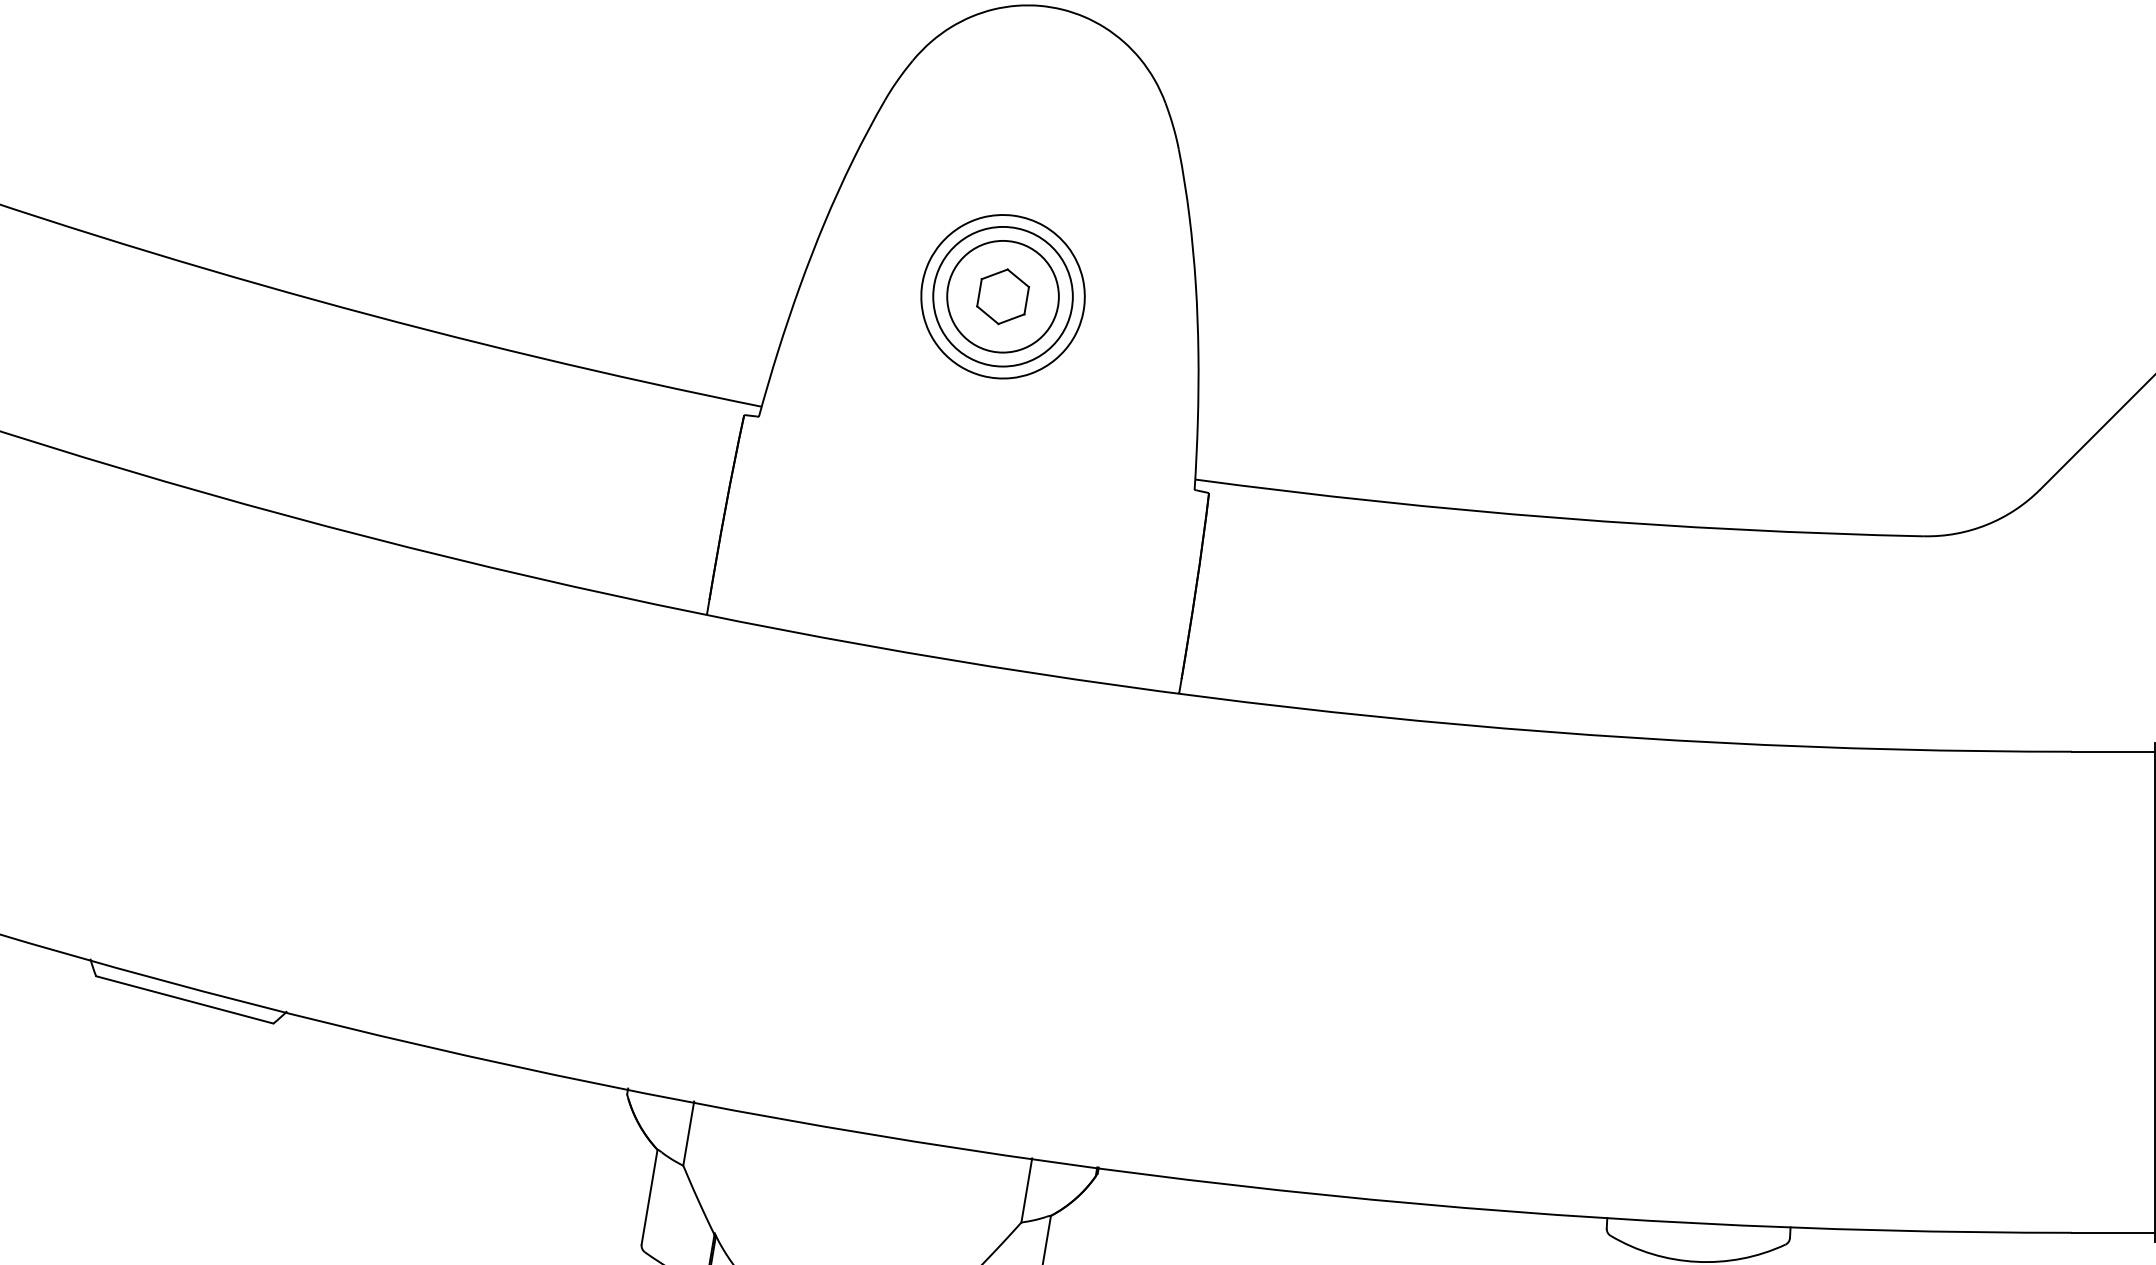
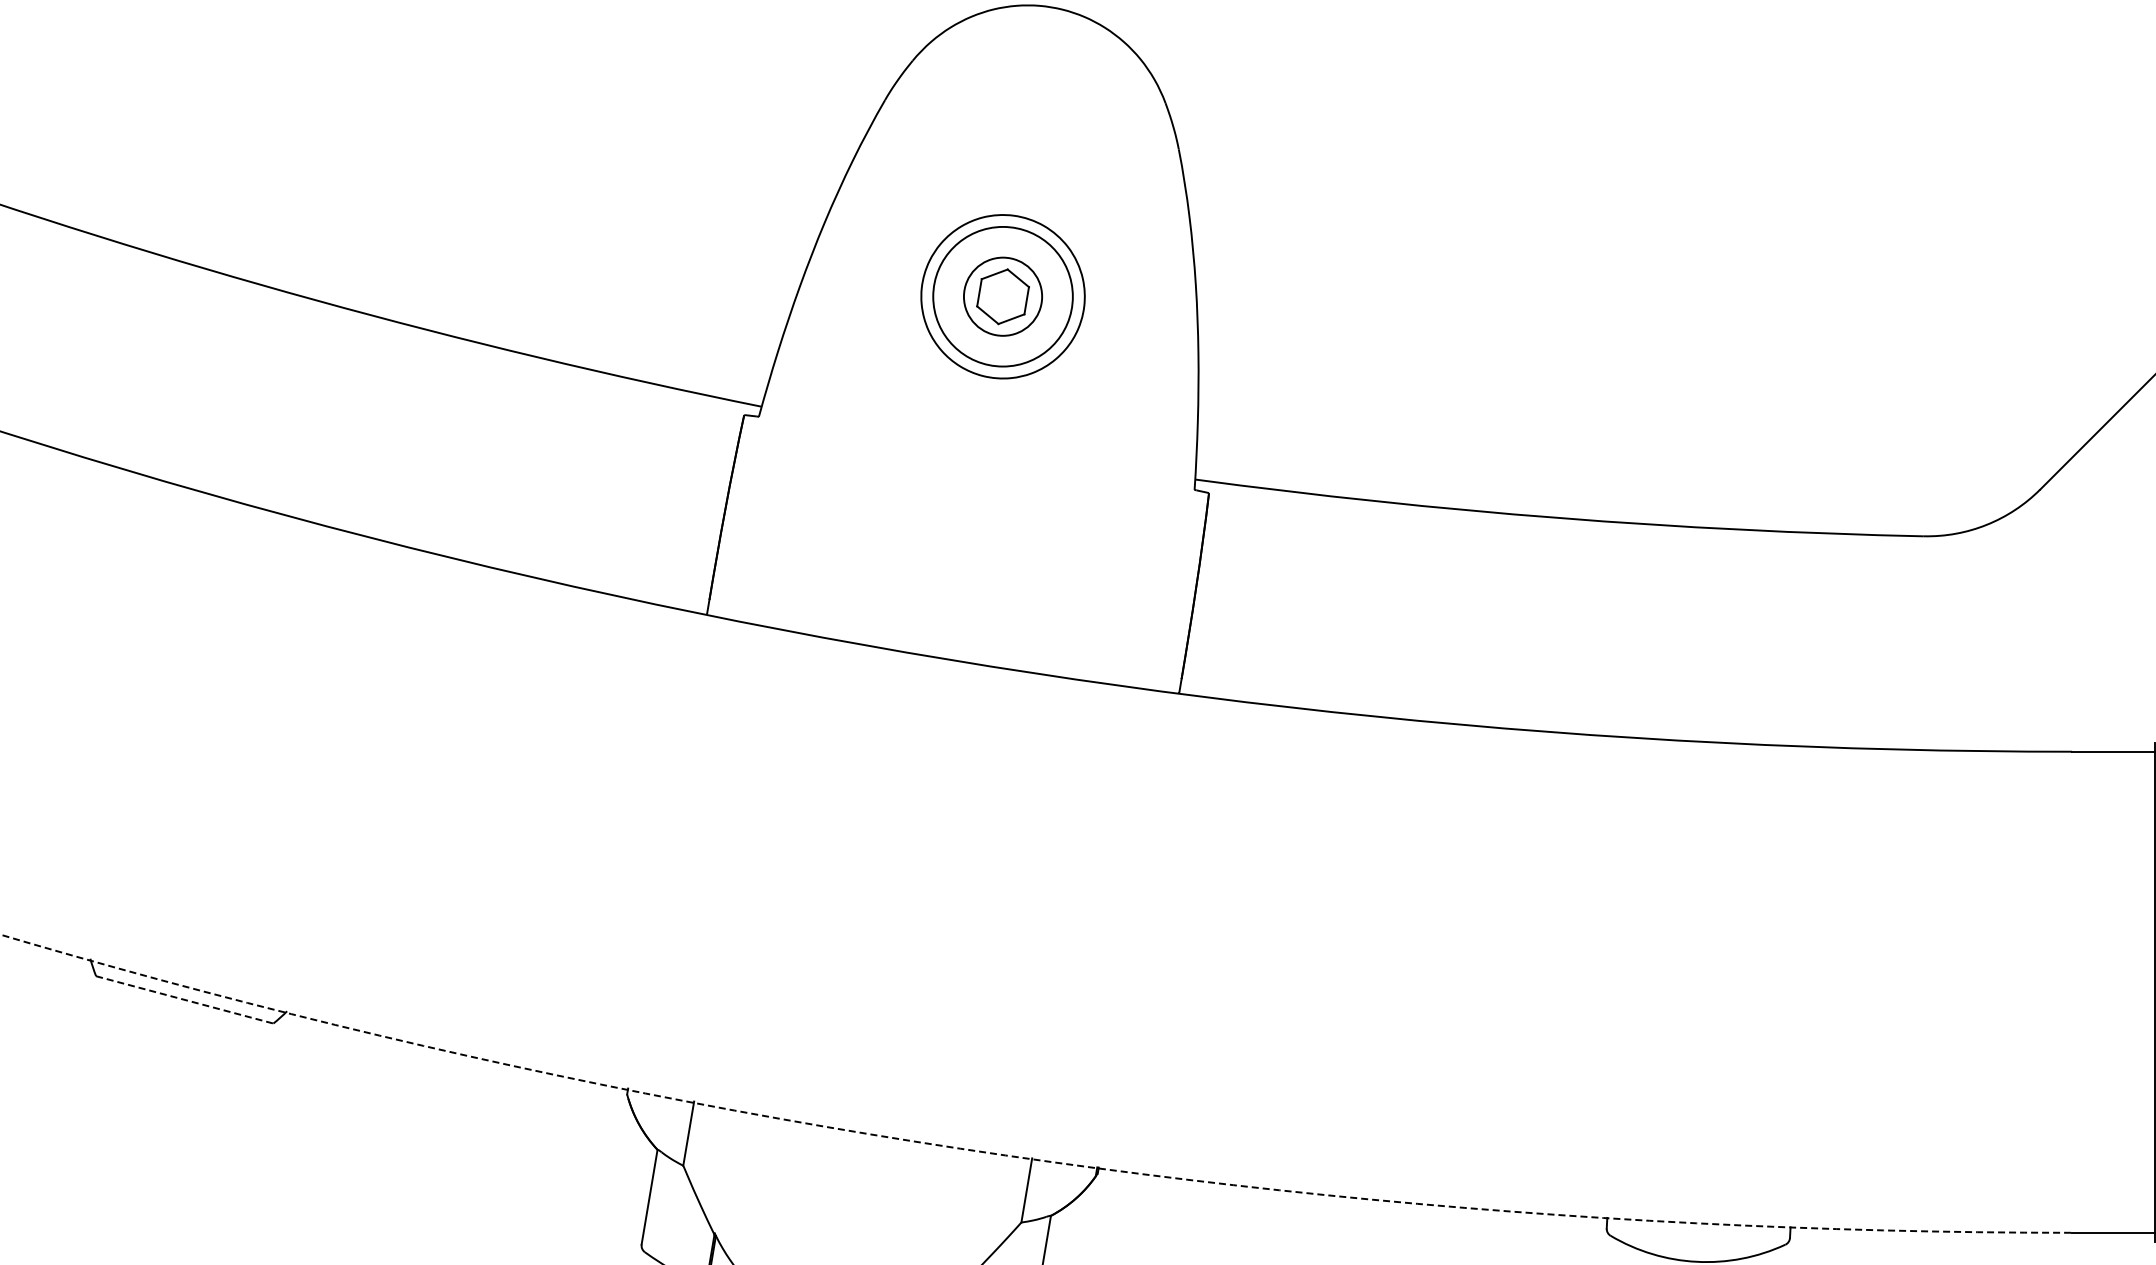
circle at (1002, 296) diameter: 112 px -> 78 px
line at (184, 999): solid -> dashed
arc at (1025, 1158): solid -> dashed
